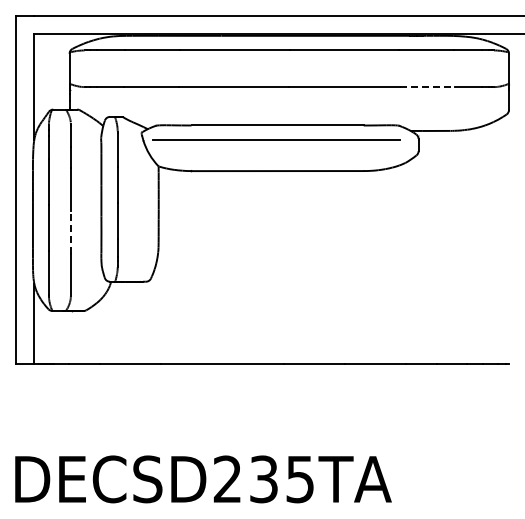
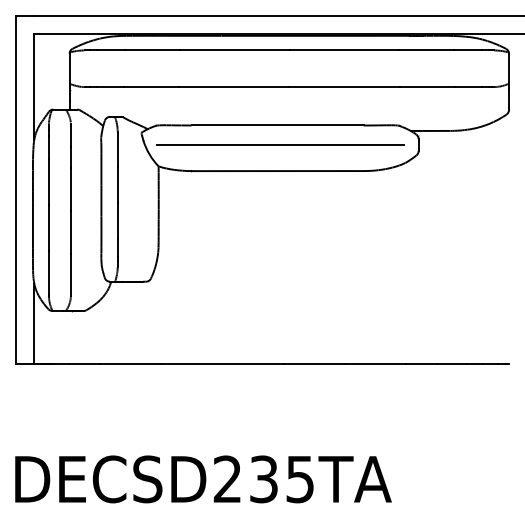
line at (427, 87): dashed -> solid
line at (276, 139) position: (276, 139) -> (280, 144)
line at (70, 231): dashed -> solid
